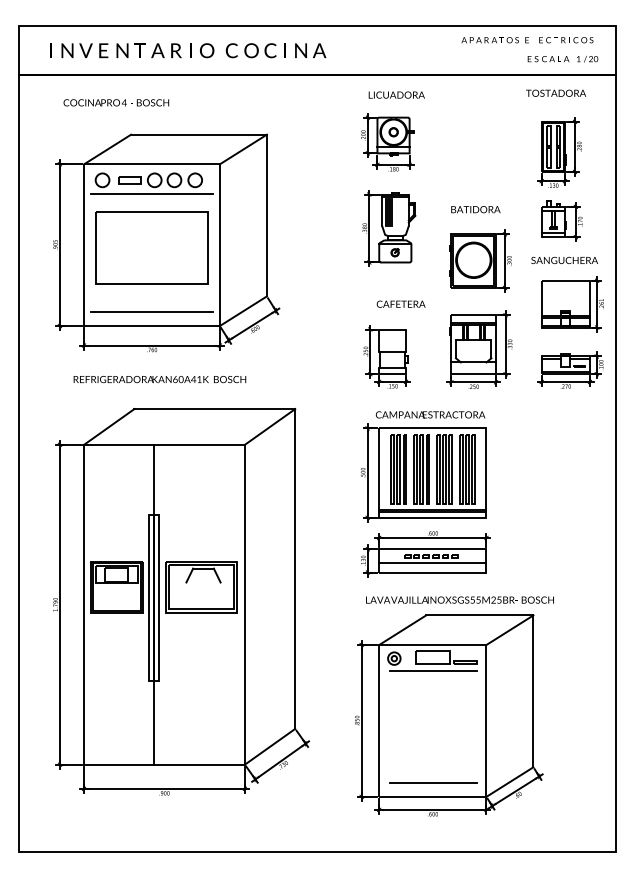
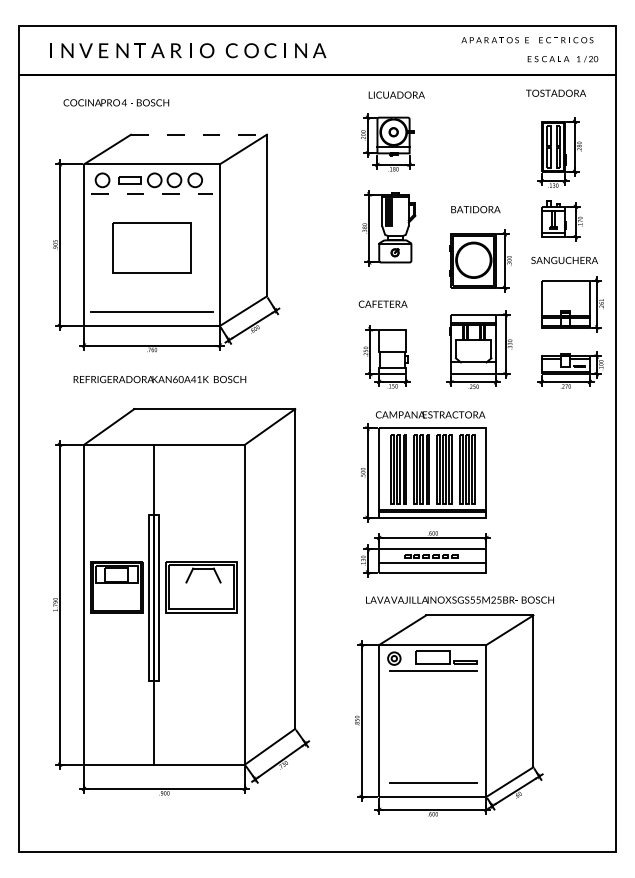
line at (198, 134): solid -> dashed
line at (152, 194): solid -> dashed
part at (151, 247) size: 114x74 px -> 80x52 px
text at (400, 303) position: (400, 303) -> (382, 303)
